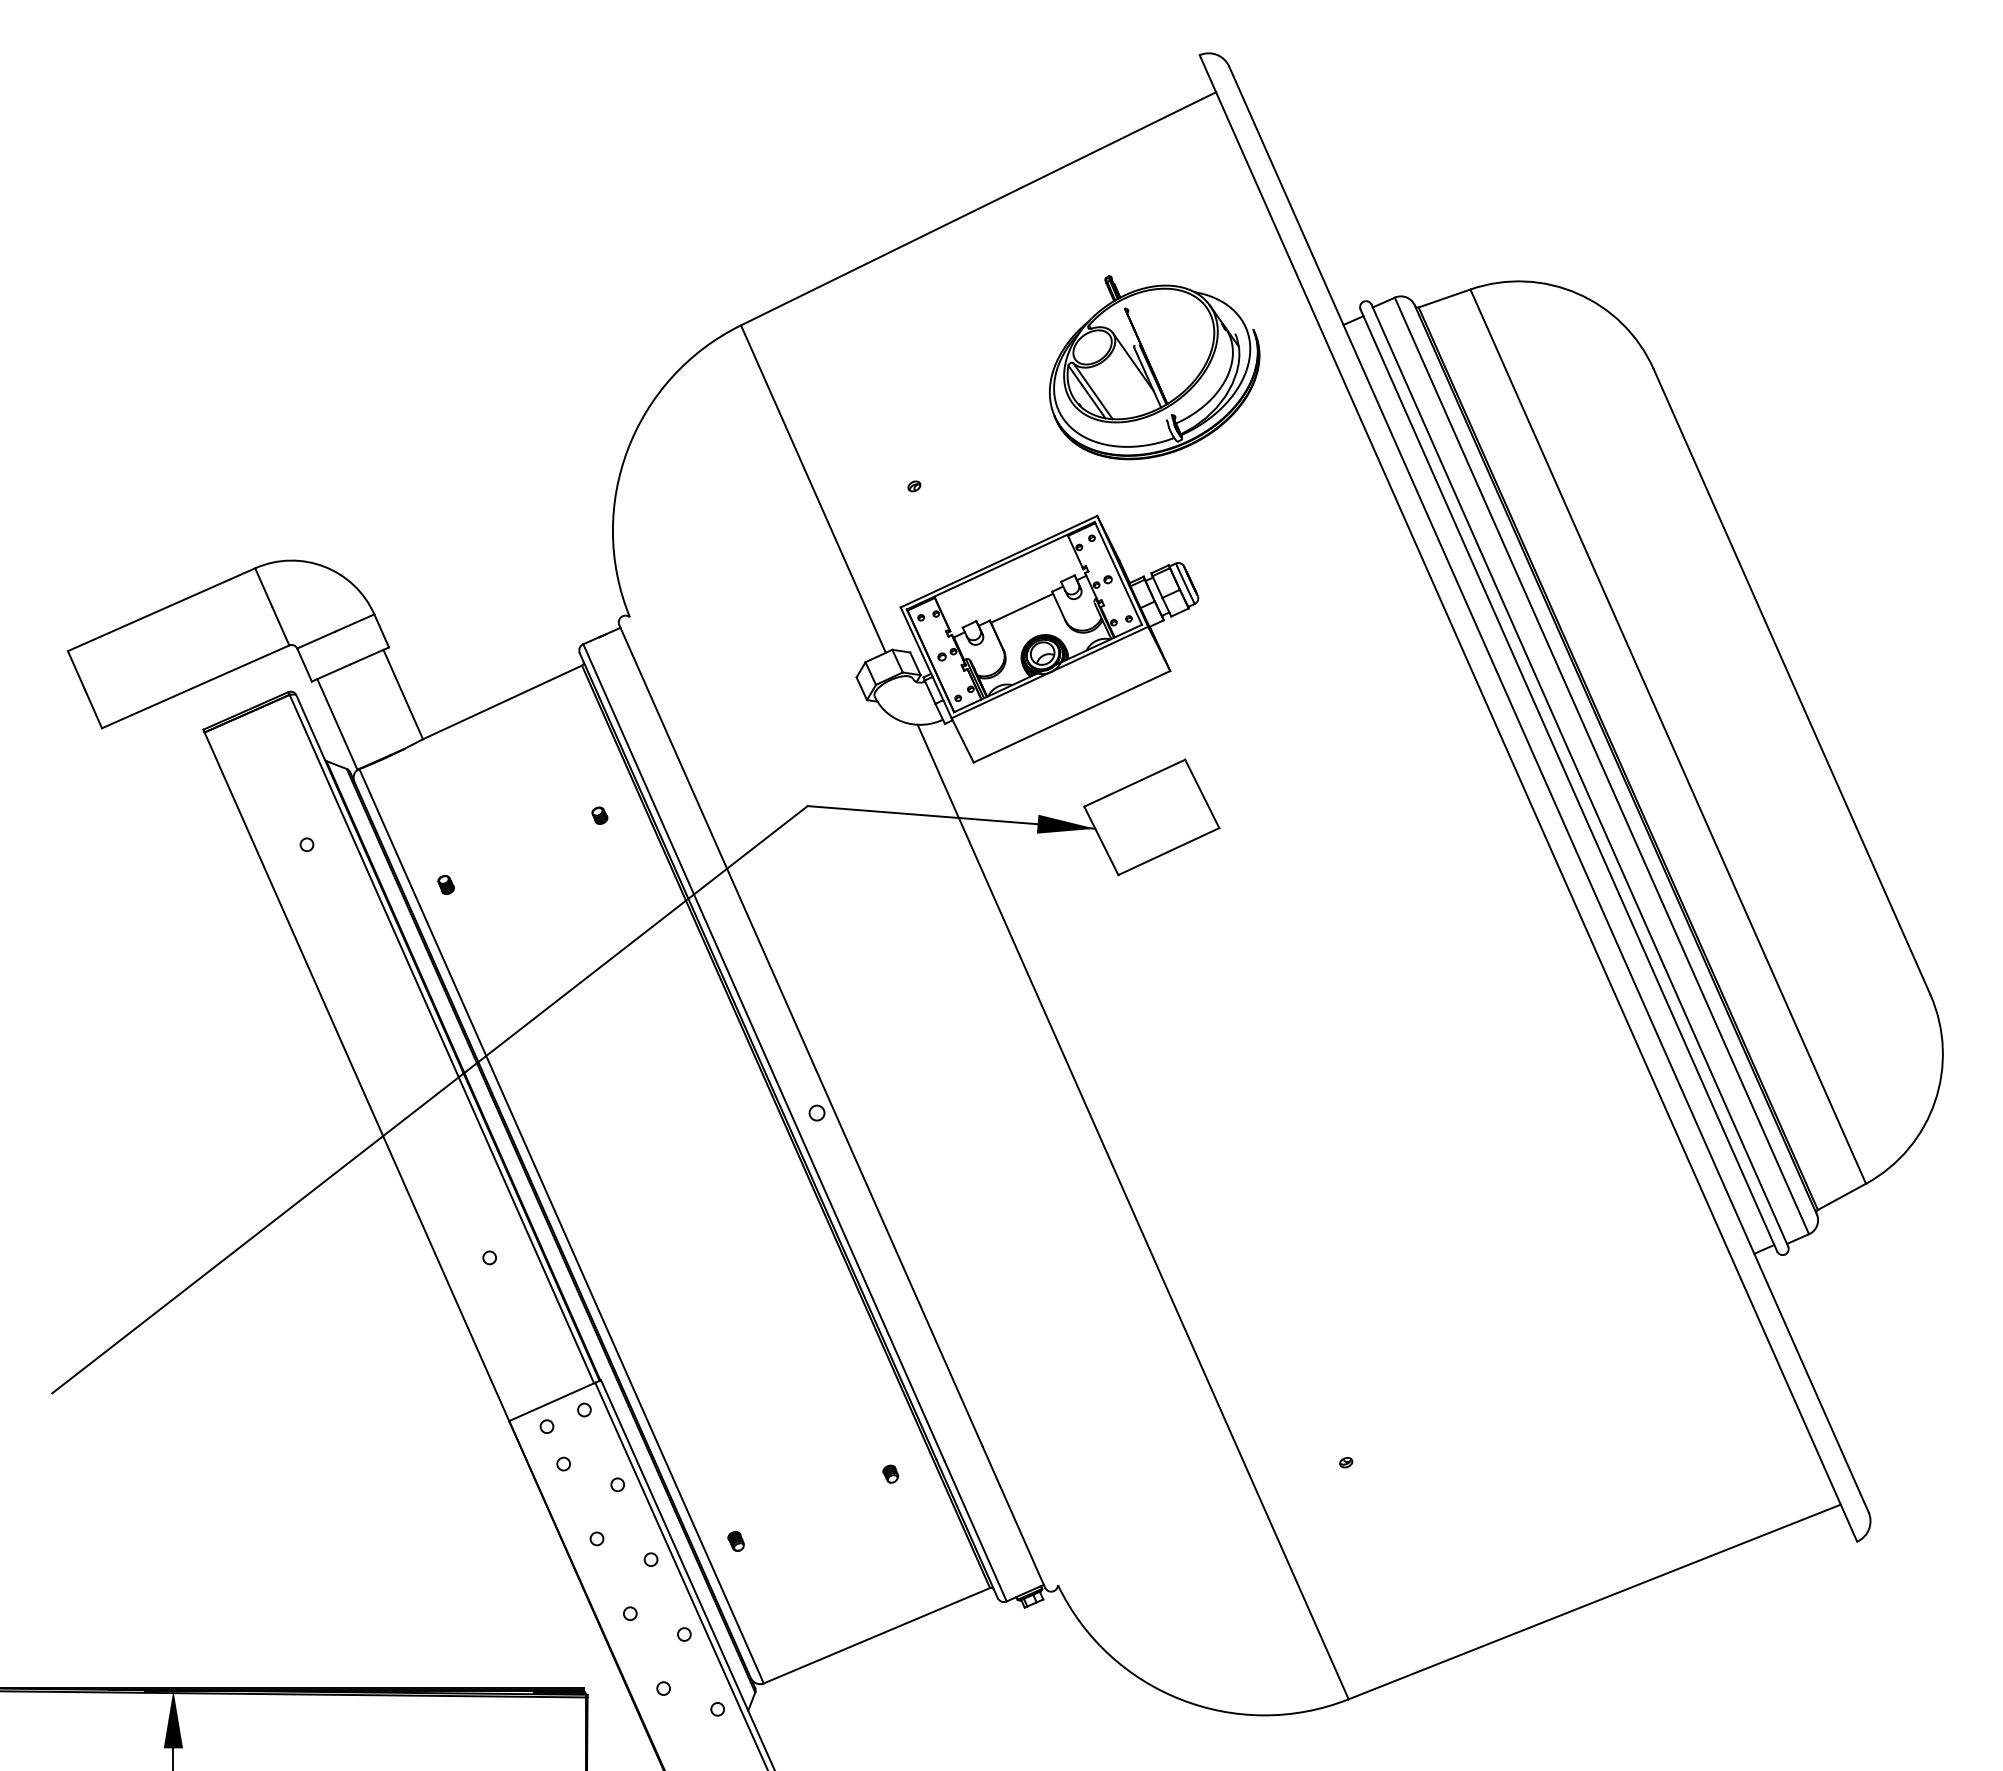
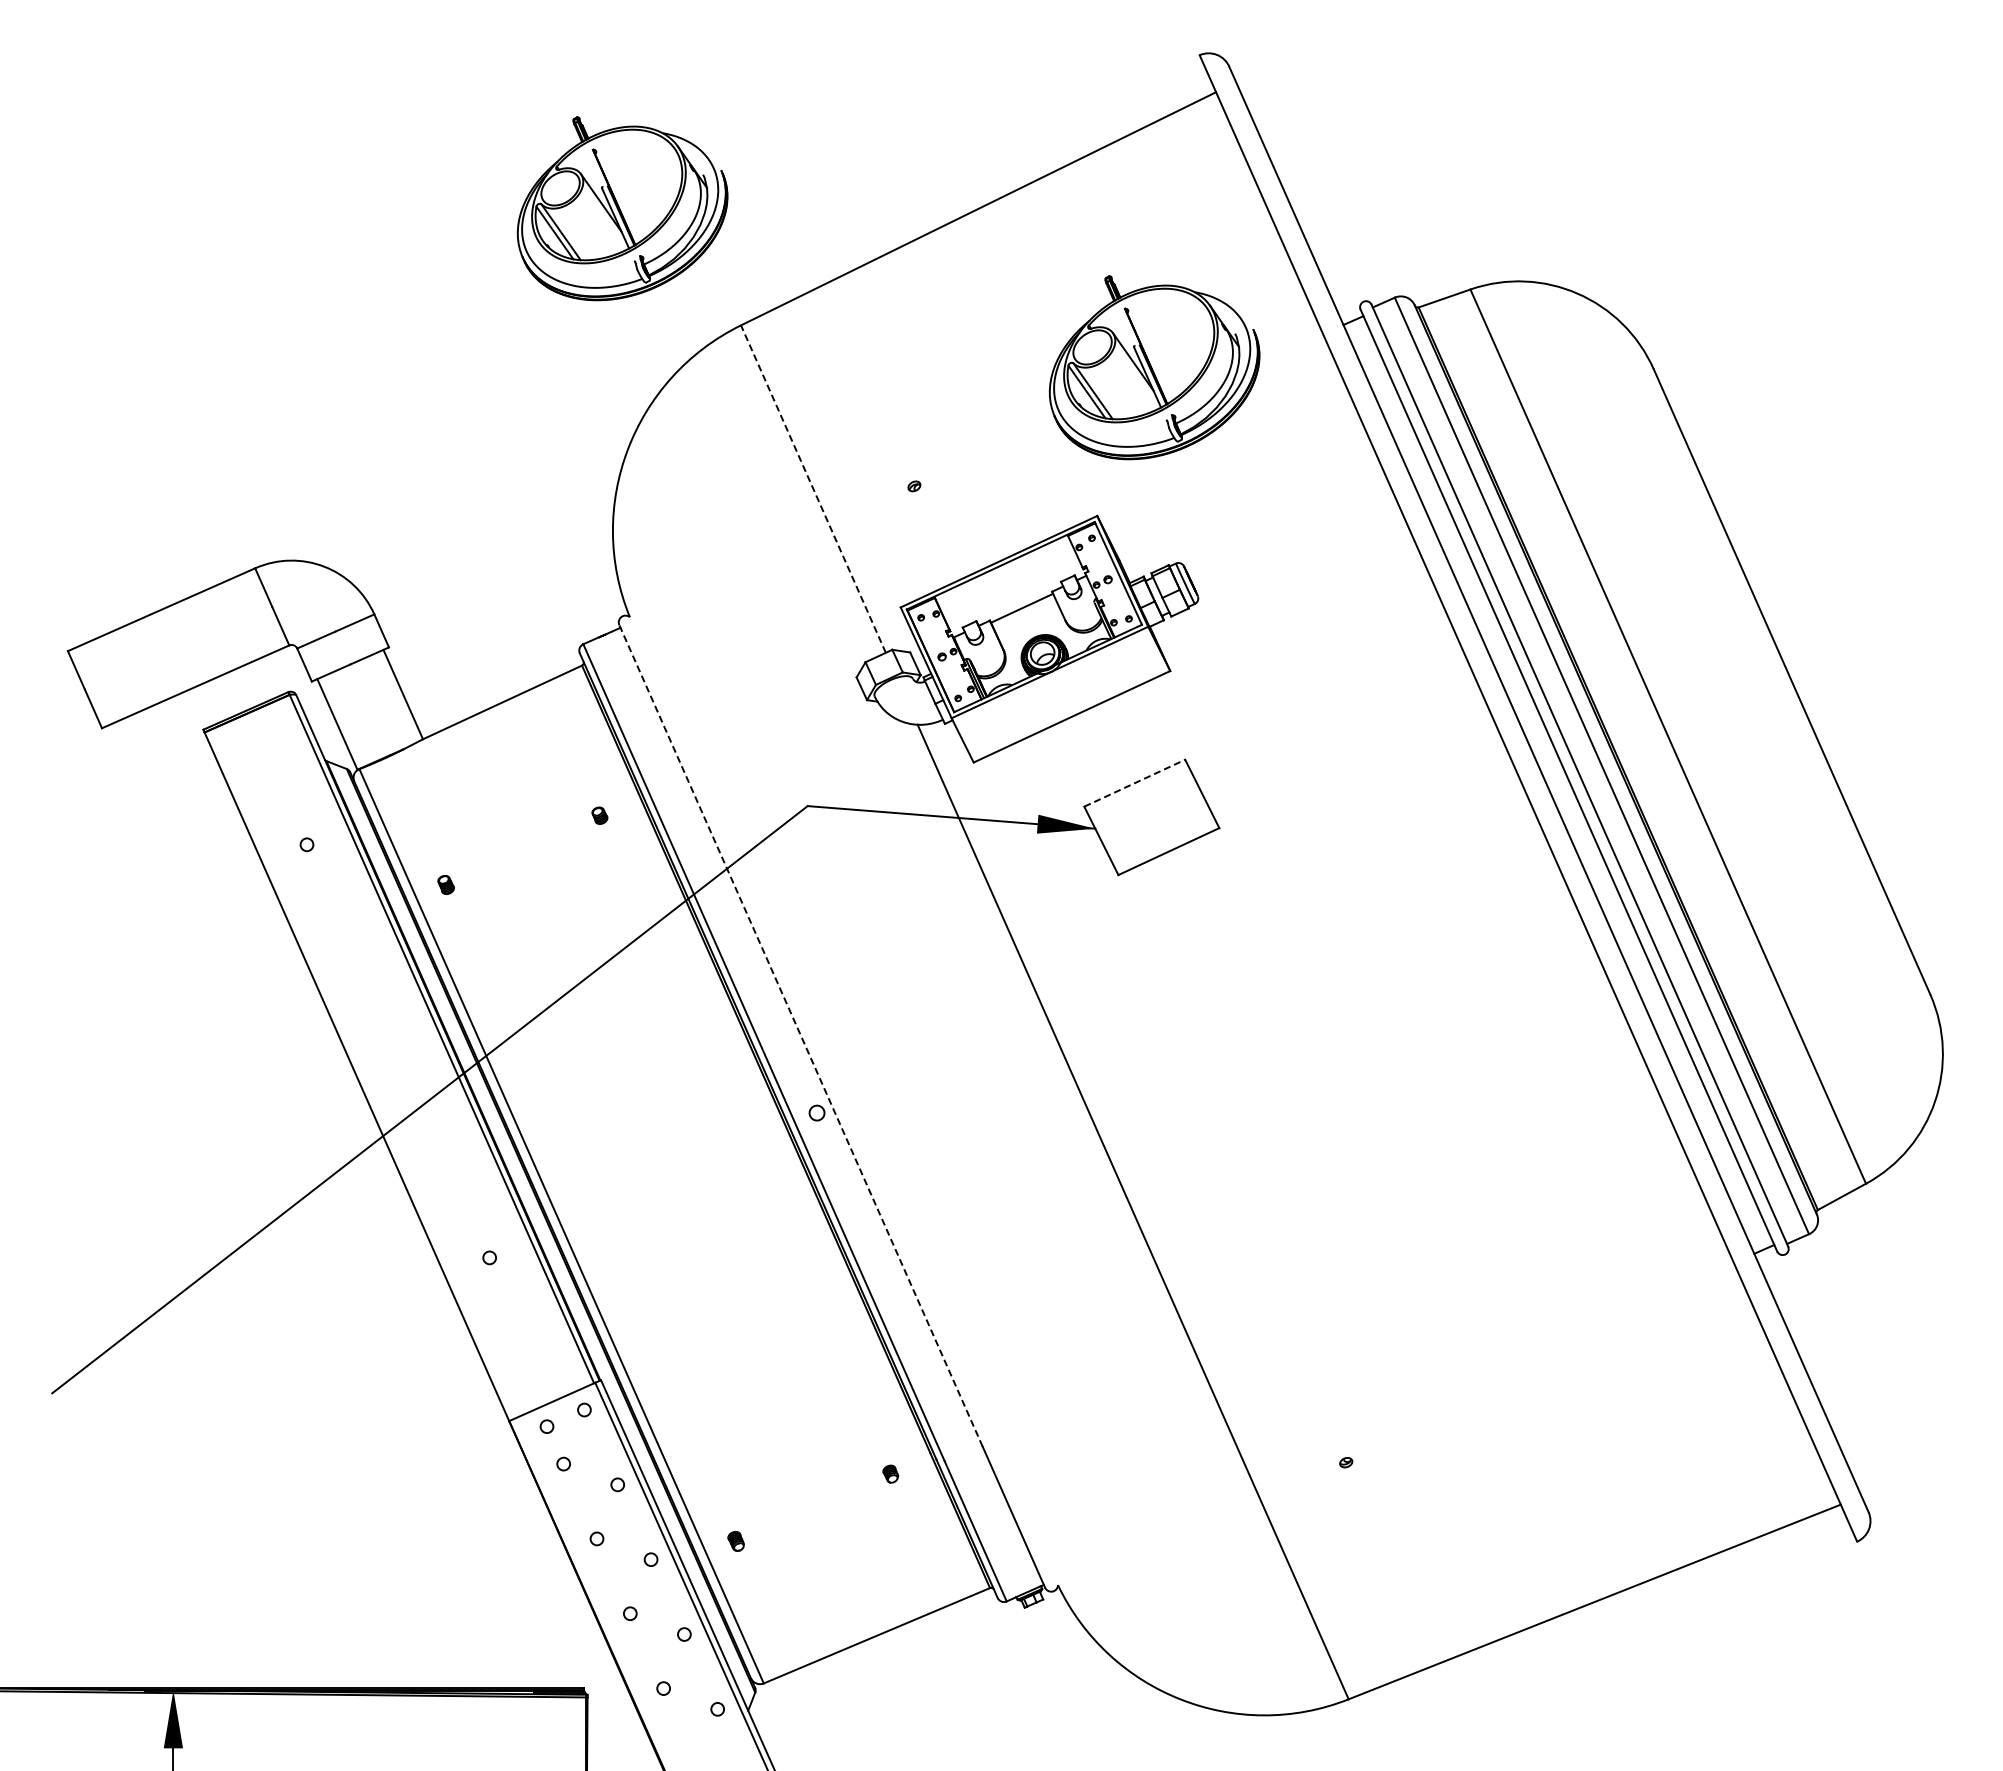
part at (622, 208): none -> present
line at (813, 488): solid -> dashed
line at (1134, 783): solid -> dashed
line at (800, 1035): solid -> dashed
